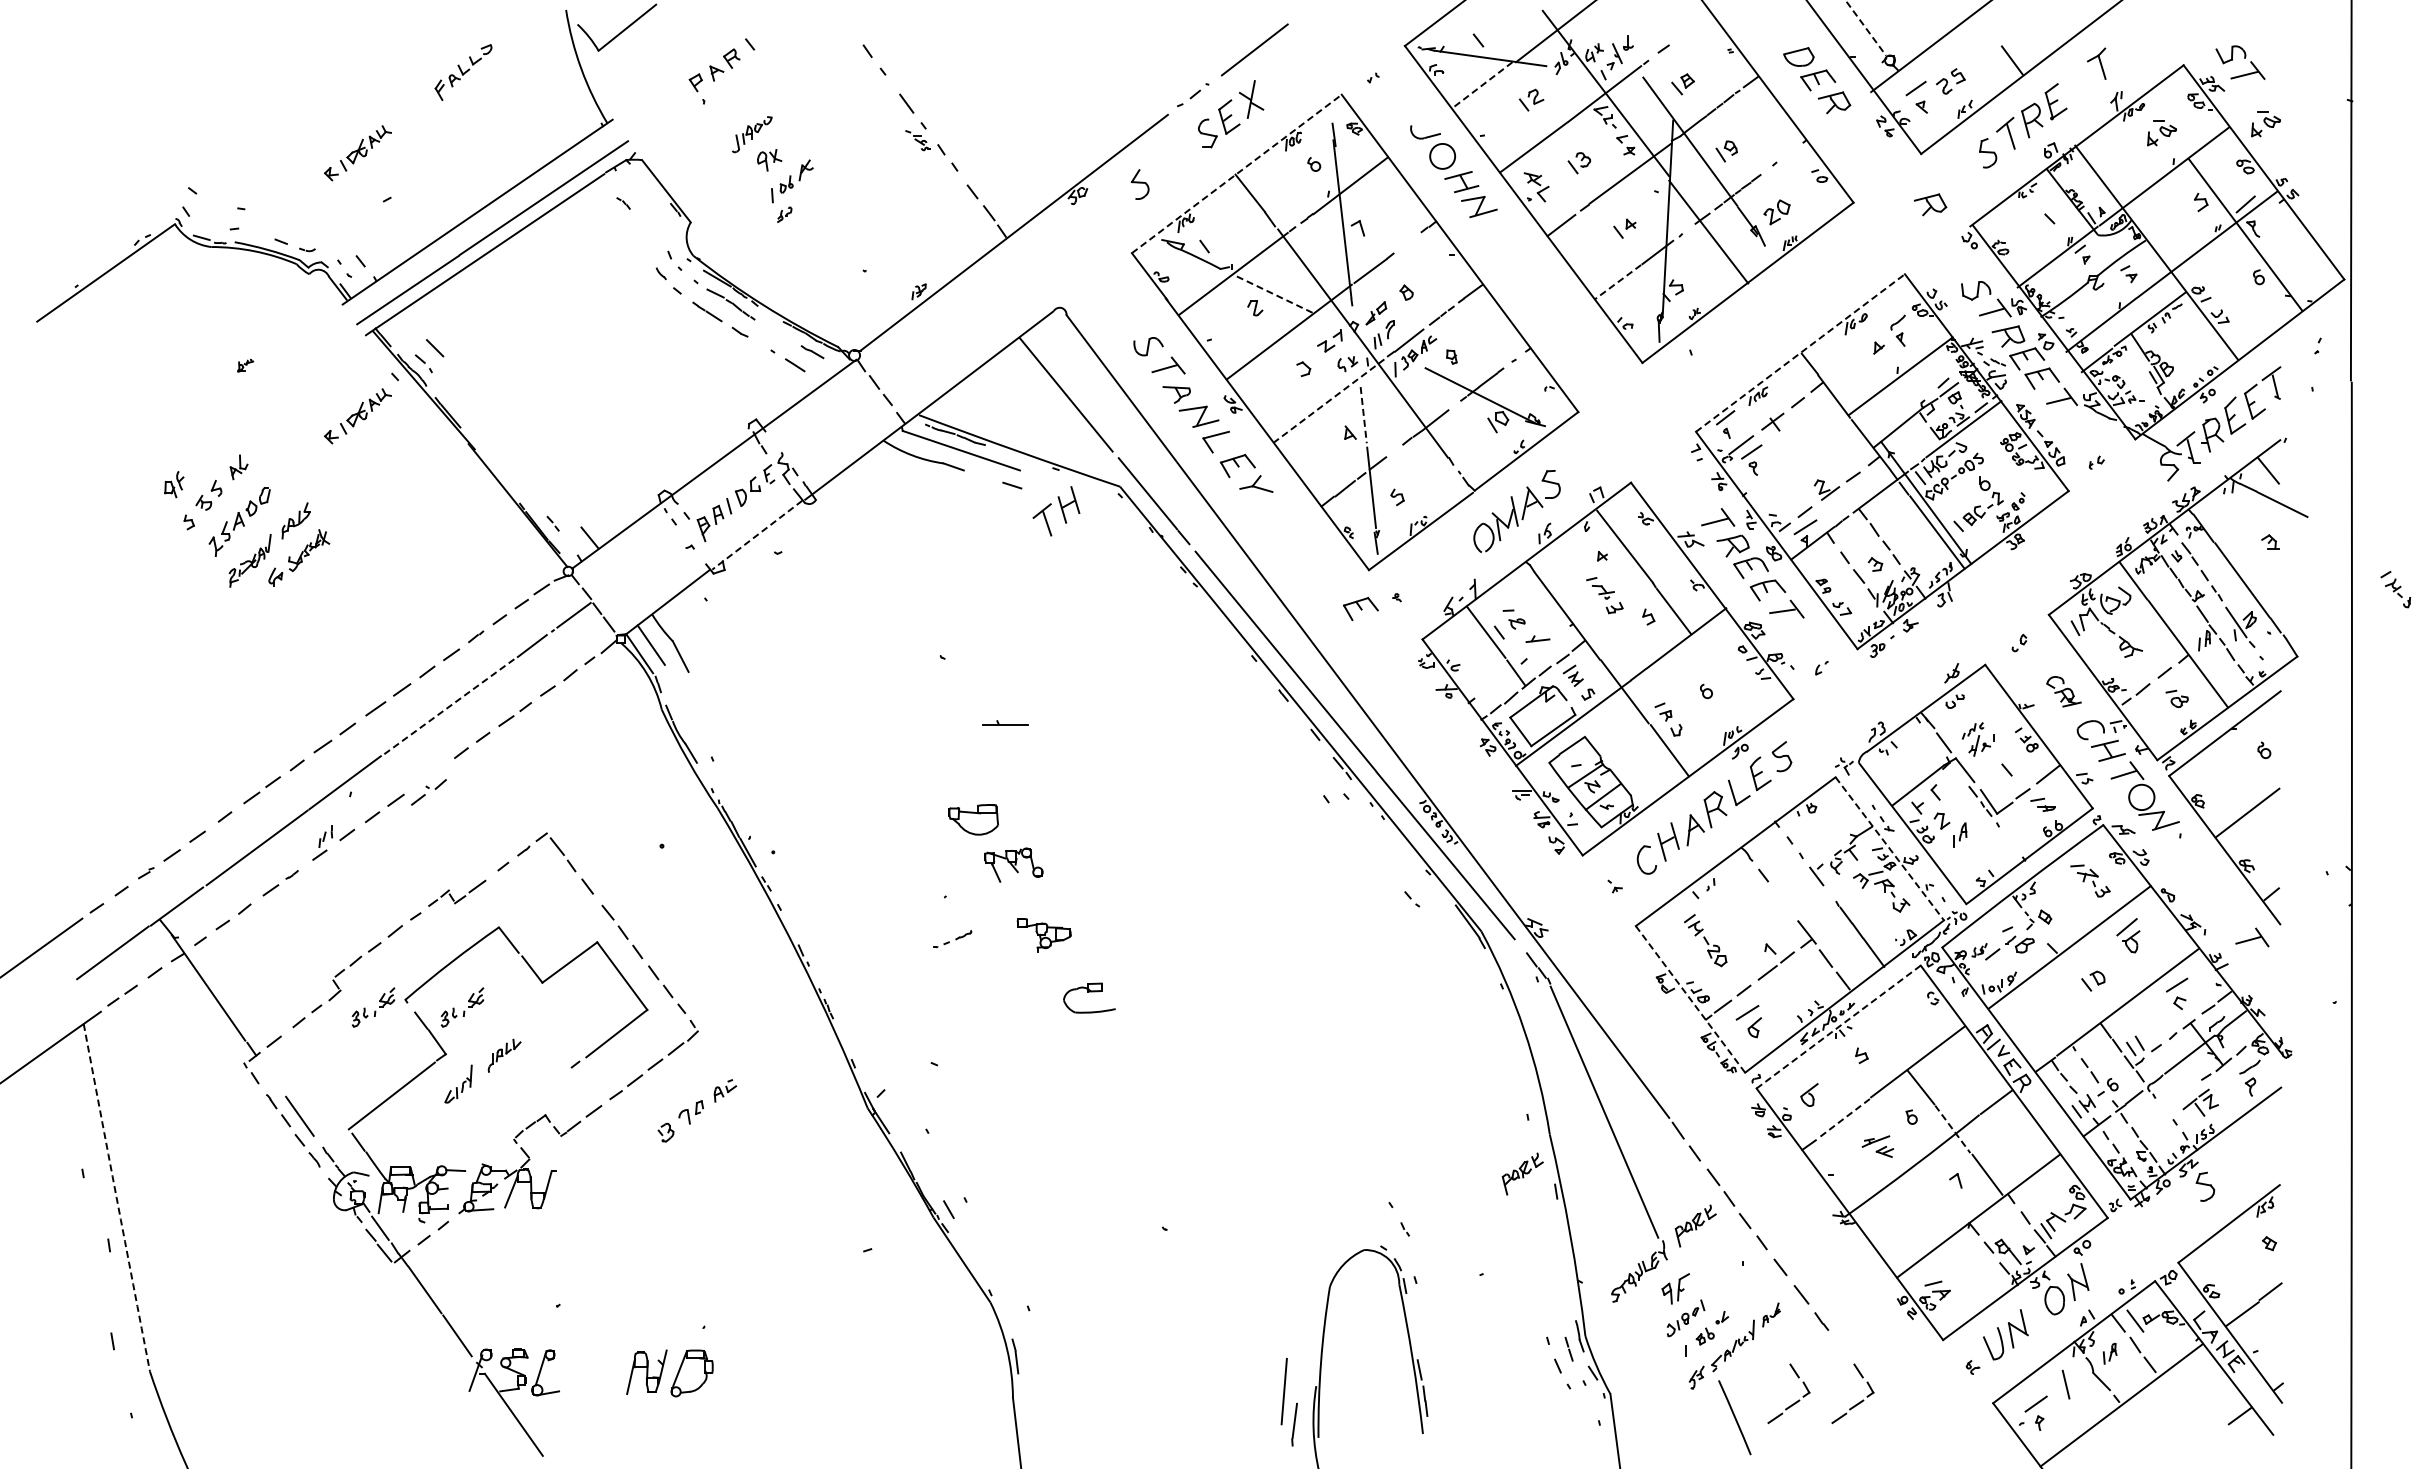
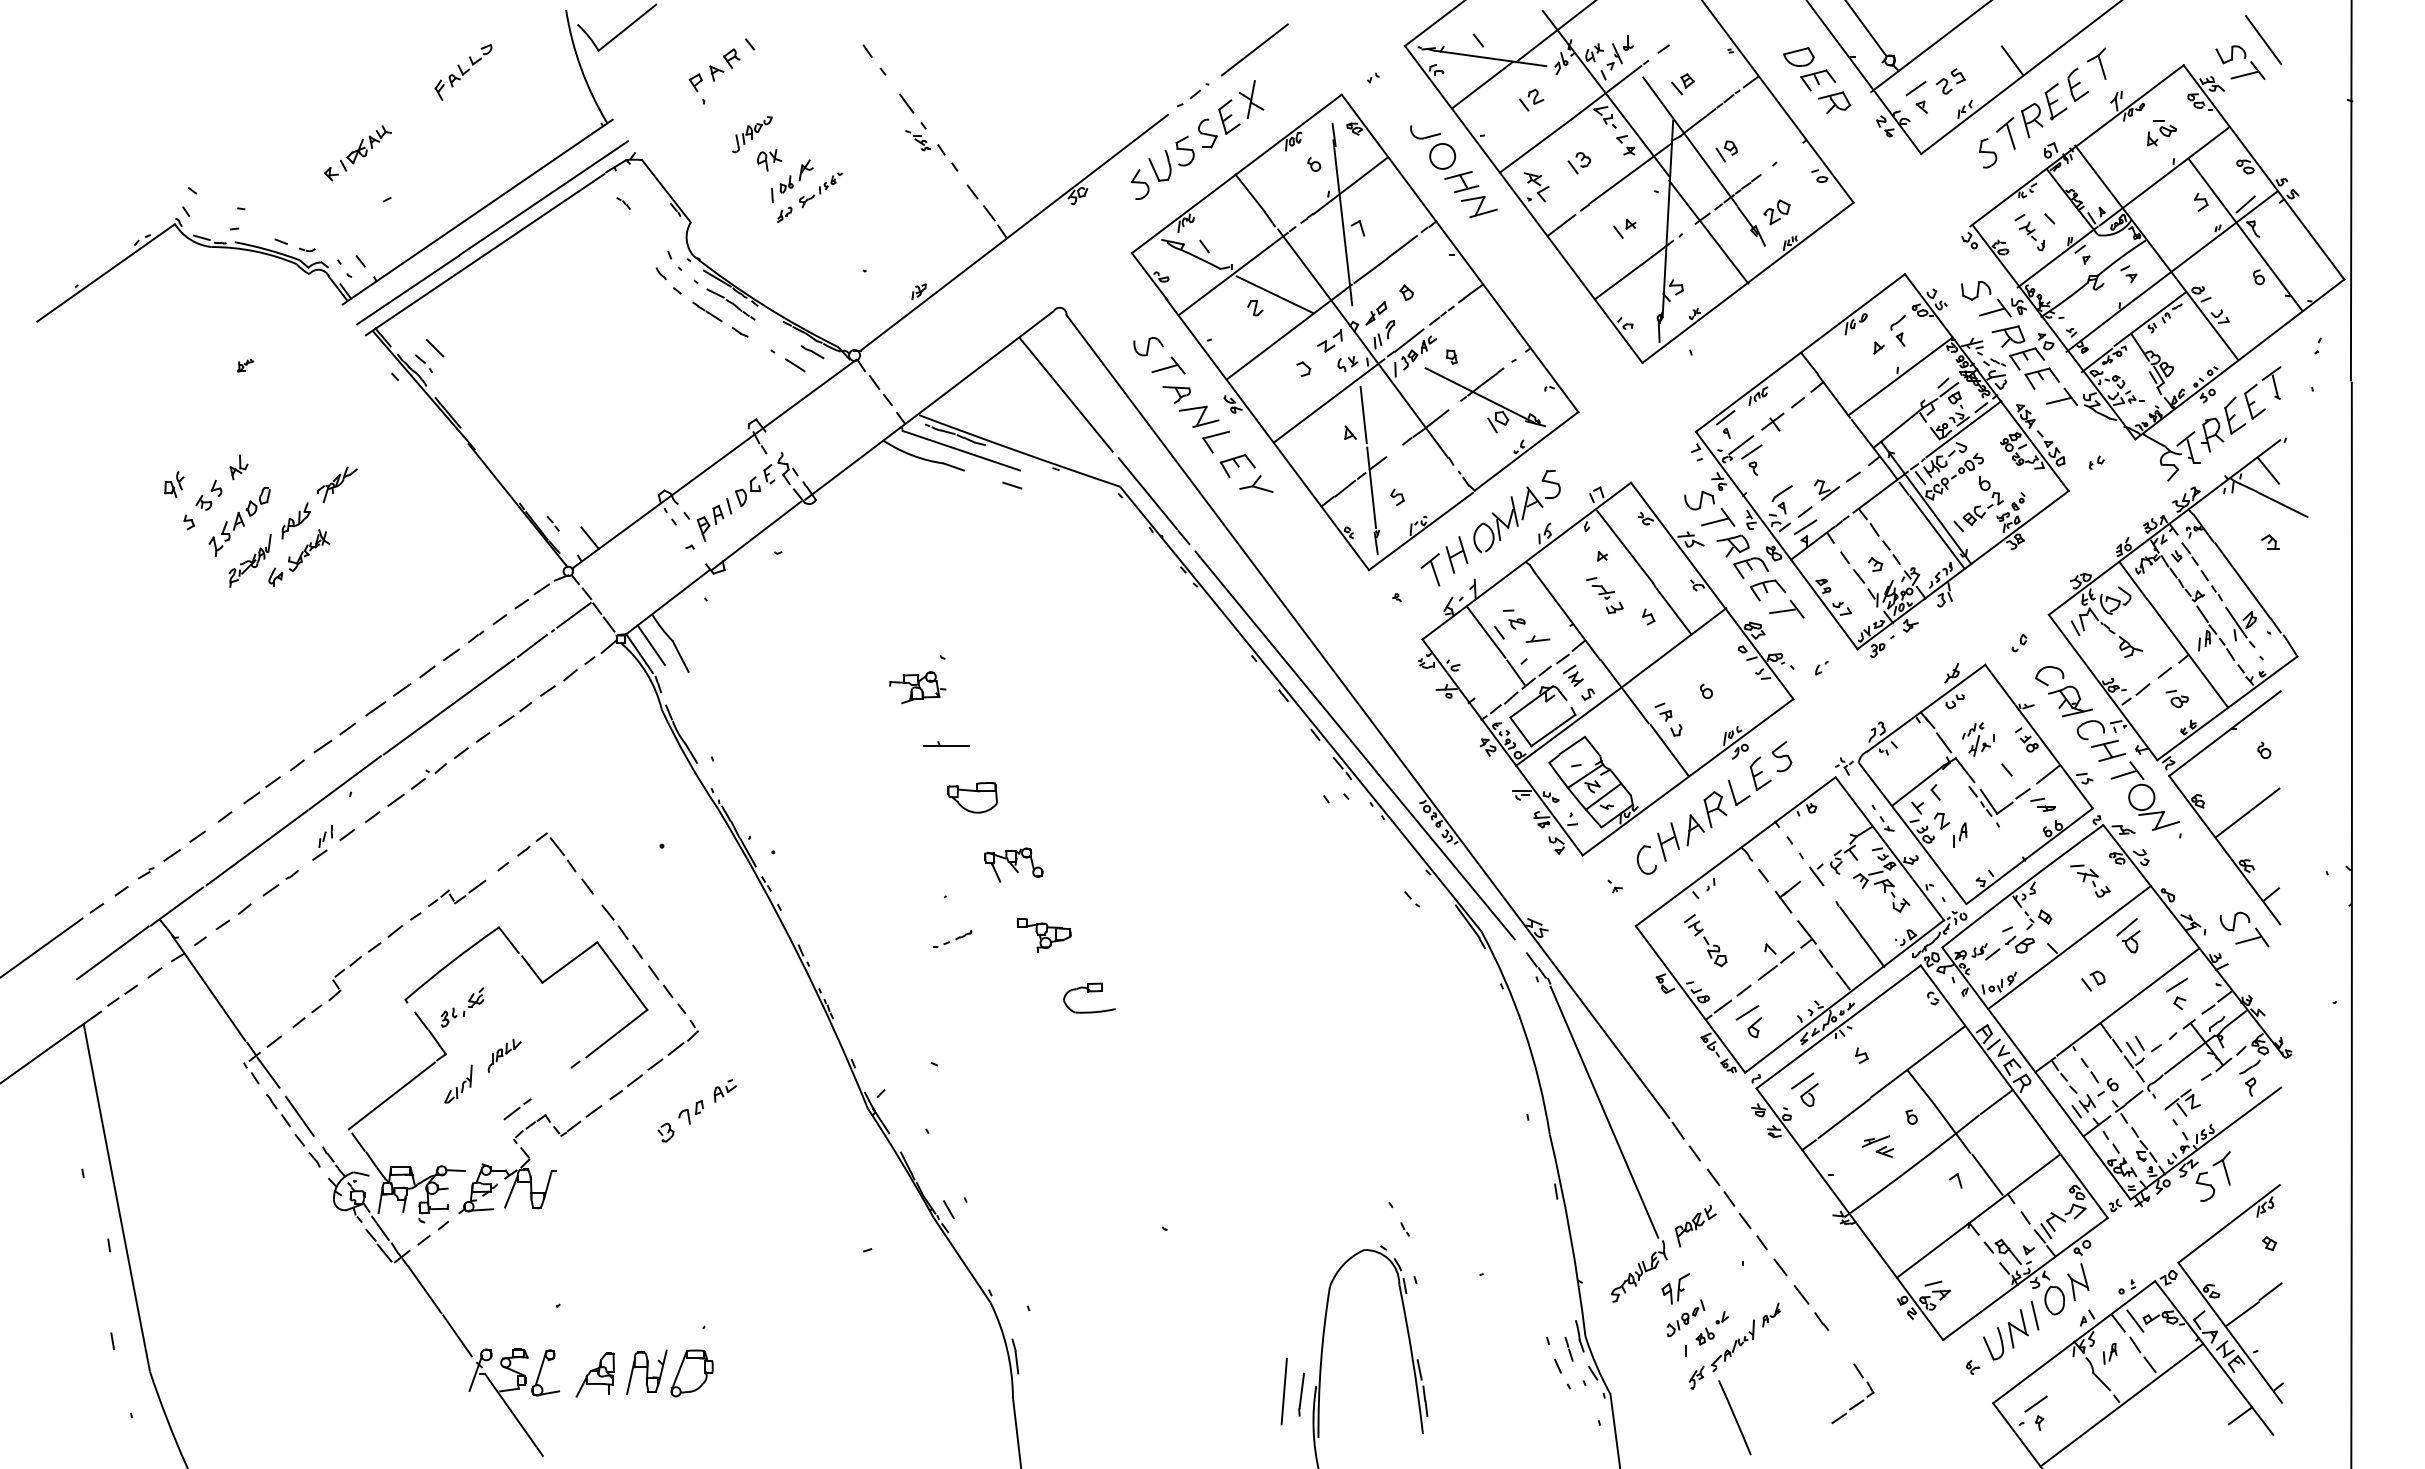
line at (1865, 28): dashed -> solid
line at (2263, 39): none -> present
part at (2077, 84): none -> present
line at (1482, 85): dashed -> solid
part at (2265, 124): present -> none
part at (1171, 158): none -> present
line at (1237, 173): dashed -> solid
part at (820, 189): none -> present
part at (1930, 204): present -> none
line at (1405, 244): none -> present
line at (1618, 282): dashed -> solid
line at (1275, 294): dashed -> solid
line at (1800, 353): dashed -> solid
line at (1329, 400): dashed -> solid
line at (1363, 415): dashed -> solid
part at (357, 416): present -> none
part at (337, 484): none -> present
part at (1781, 499): none -> present
part at (1699, 500): none -> present
part at (1056, 511) position: (1056, 511) -> (1444, 561)
line at (757, 535): dashed -> solid
part at (2395, 589) position: (2395, 589) -> (2029, 232)
part at (1360, 609): present -> none
part at (917, 687): none -> present
part at (2063, 691) size: 36x32 px -> 58x52 px
line at (449, 706): dashed -> solid
part at (1005, 722) position: (1005, 722) -> (946, 743)
part at (428, 792) position: (428, 792) -> (428, 776)
part at (973, 819) position: (973, 819) -> (972, 797)
line at (1889, 848): dashed -> solid
part at (1787, 896): none -> present
part at (2234, 921): none -> present
line at (1690, 999): dashed -> solid
part at (373, 1007): present -> none
line at (1838, 1027): dashed -> solid
line at (268, 1072): none -> present
line at (1802, 1080): none -> present
part at (2200, 1102) position: (2200, 1102) -> (2182, 1102)
line at (517, 1109): none -> present
line at (1843, 1118): dashed -> solid
line at (1953, 1129): dashed -> solid
part at (2221, 1168): none -> present
part at (1522, 1173): present -> none
arc at (116, 1197): dashed -> solid
part at (594, 1374): none -> present
line at (2065, 1384) position: (2065, 1384) -> (2034, 1315)
part at (1794, 1402): present -> none
line at (1294, 1424) position: (1294, 1424) -> (1301, 1394)
